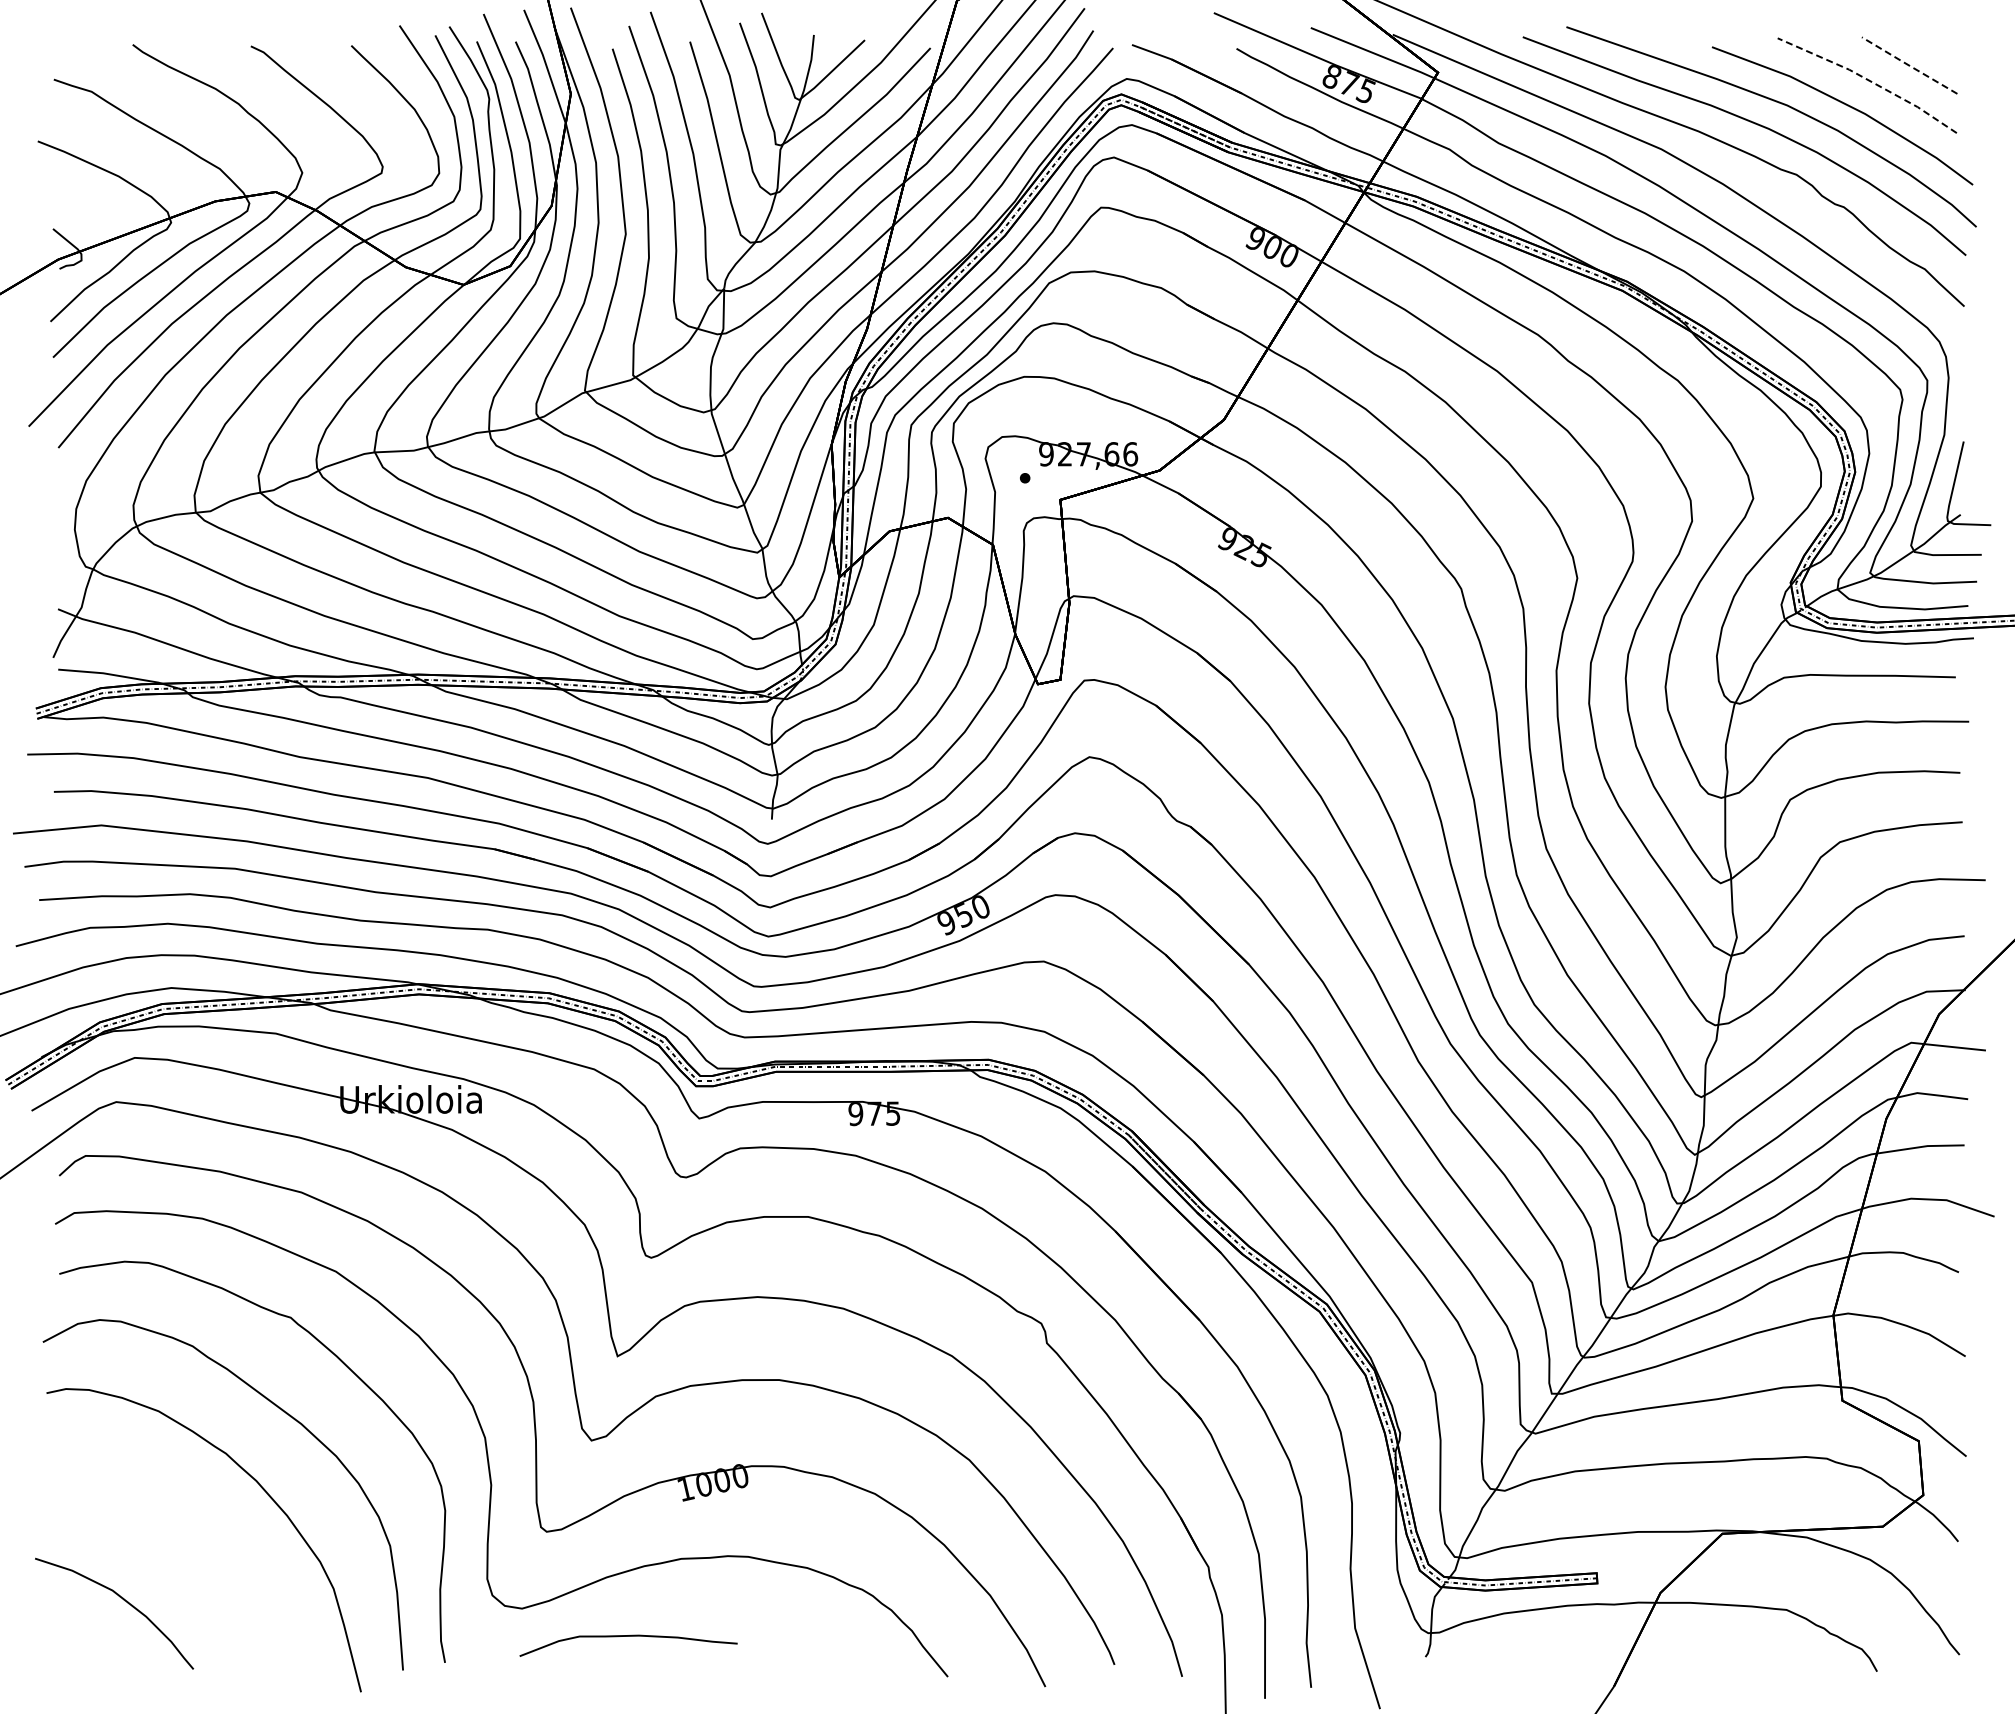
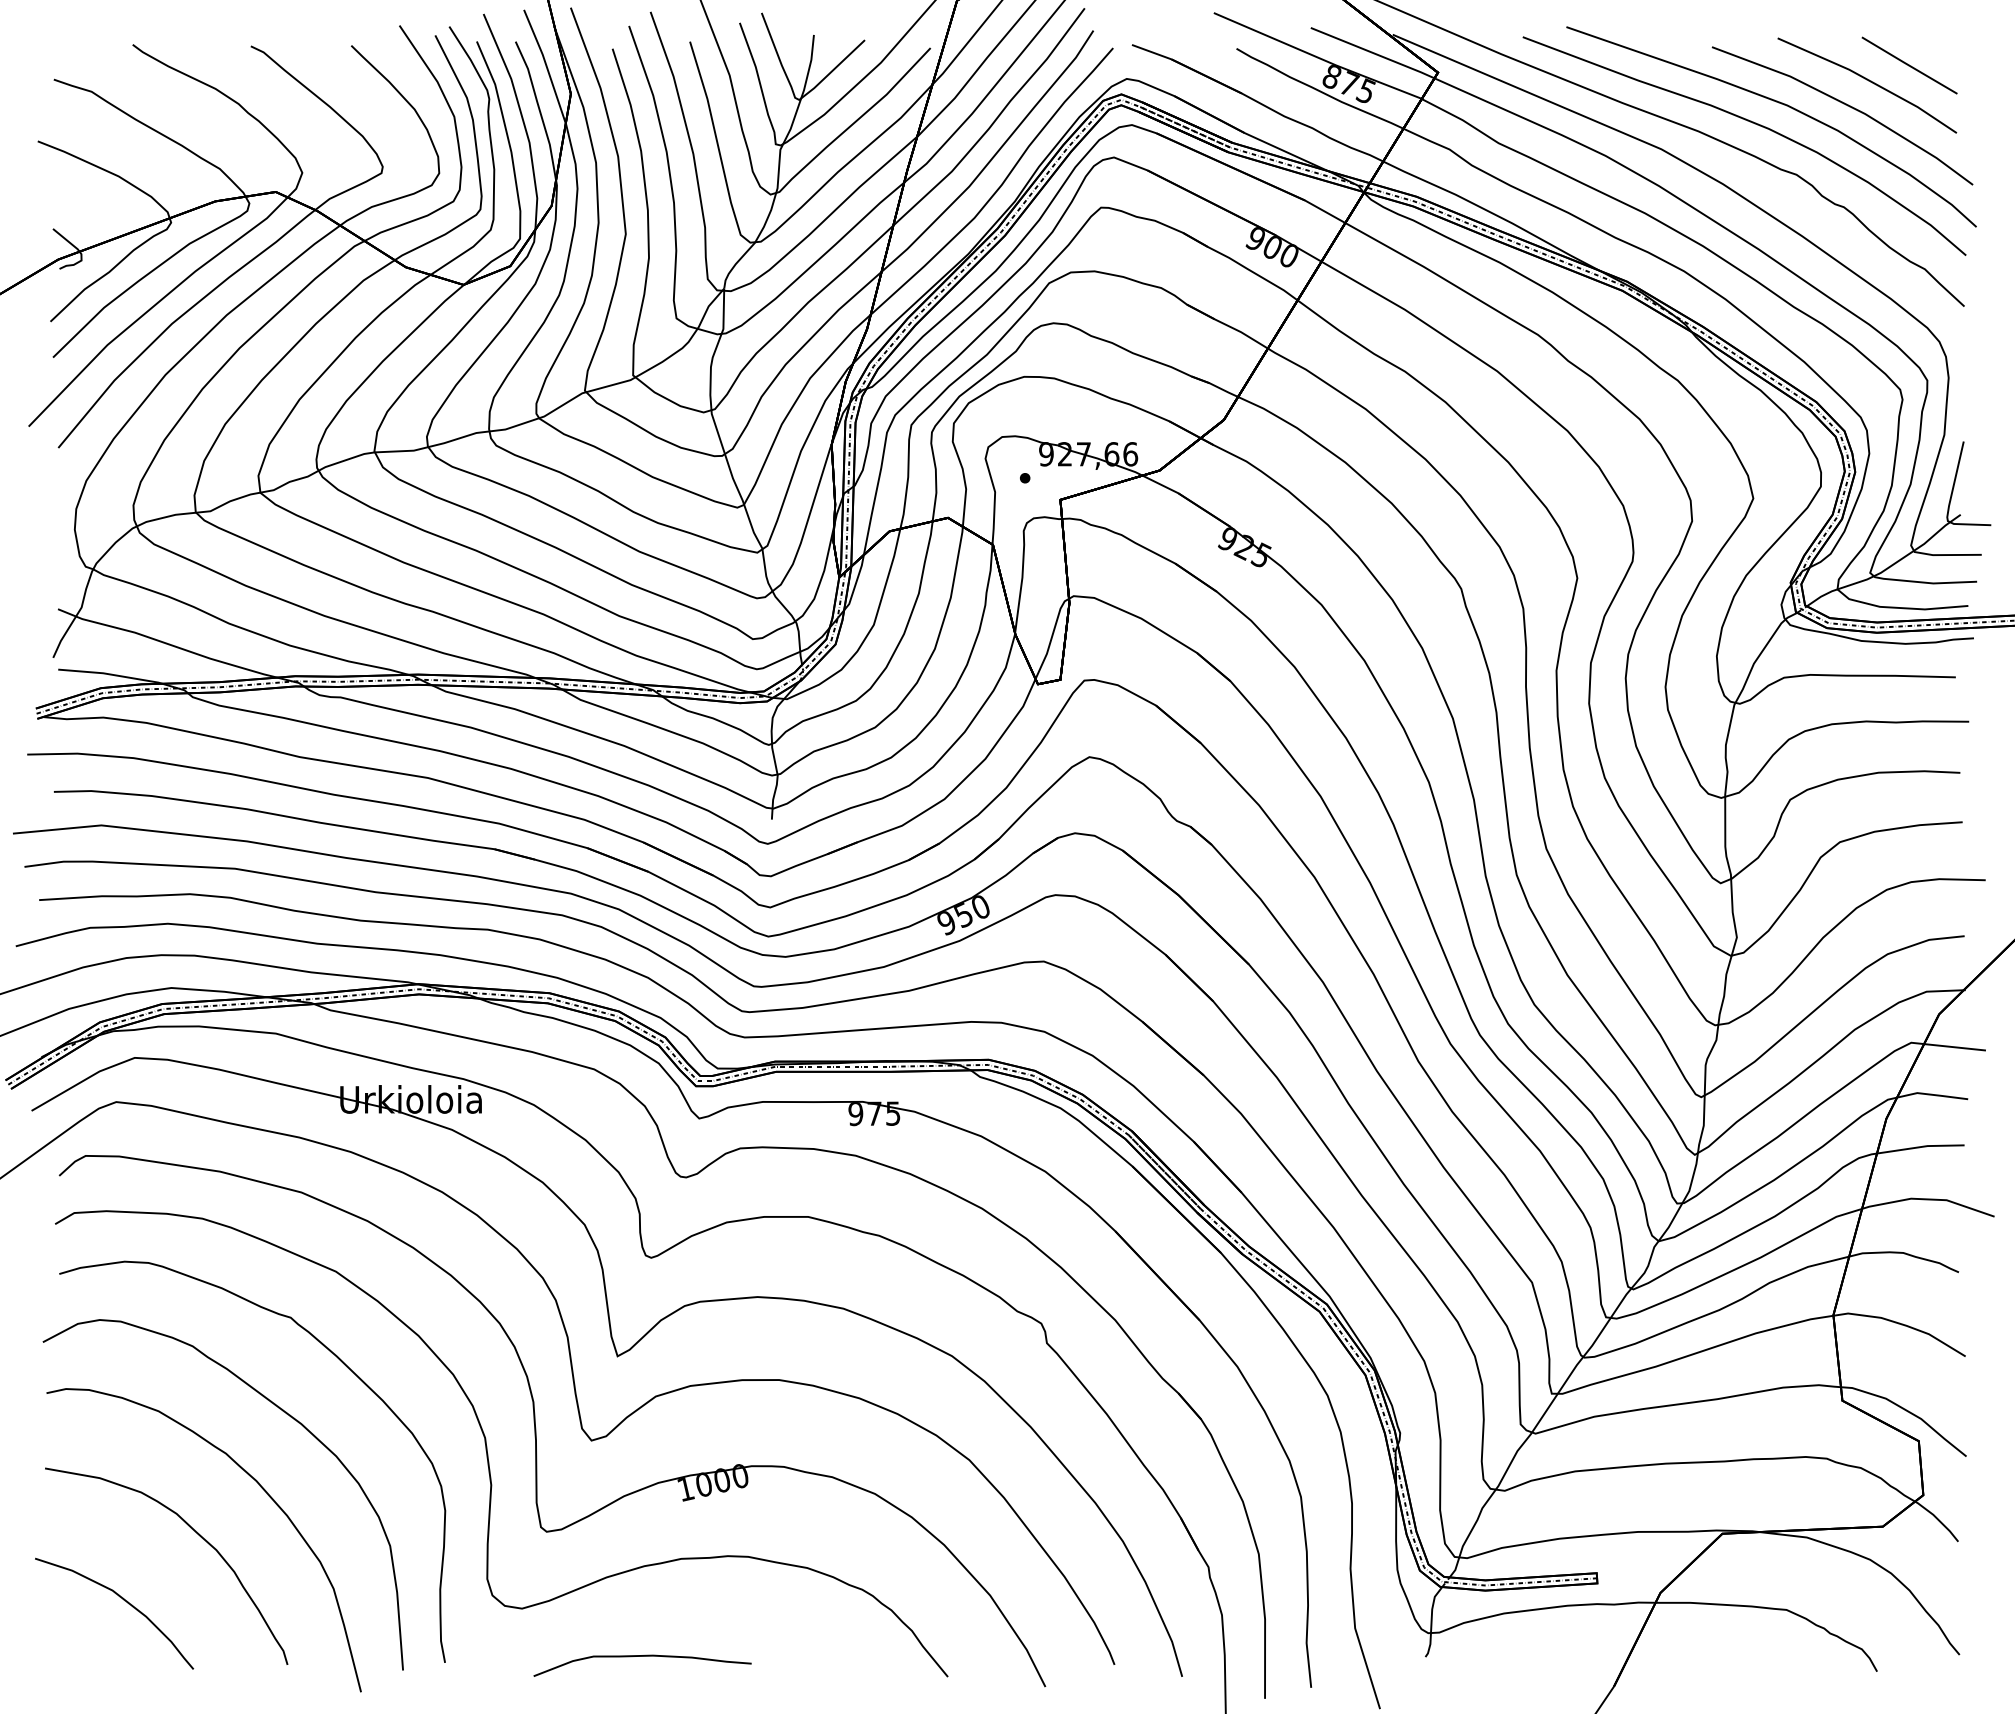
line at (1908, 65): dashed -> solid
line at (1869, 80): dashed -> solid
curve at (197, 1534): none -> present
curve at (628, 1636) position: (628, 1636) -> (642, 1656)
